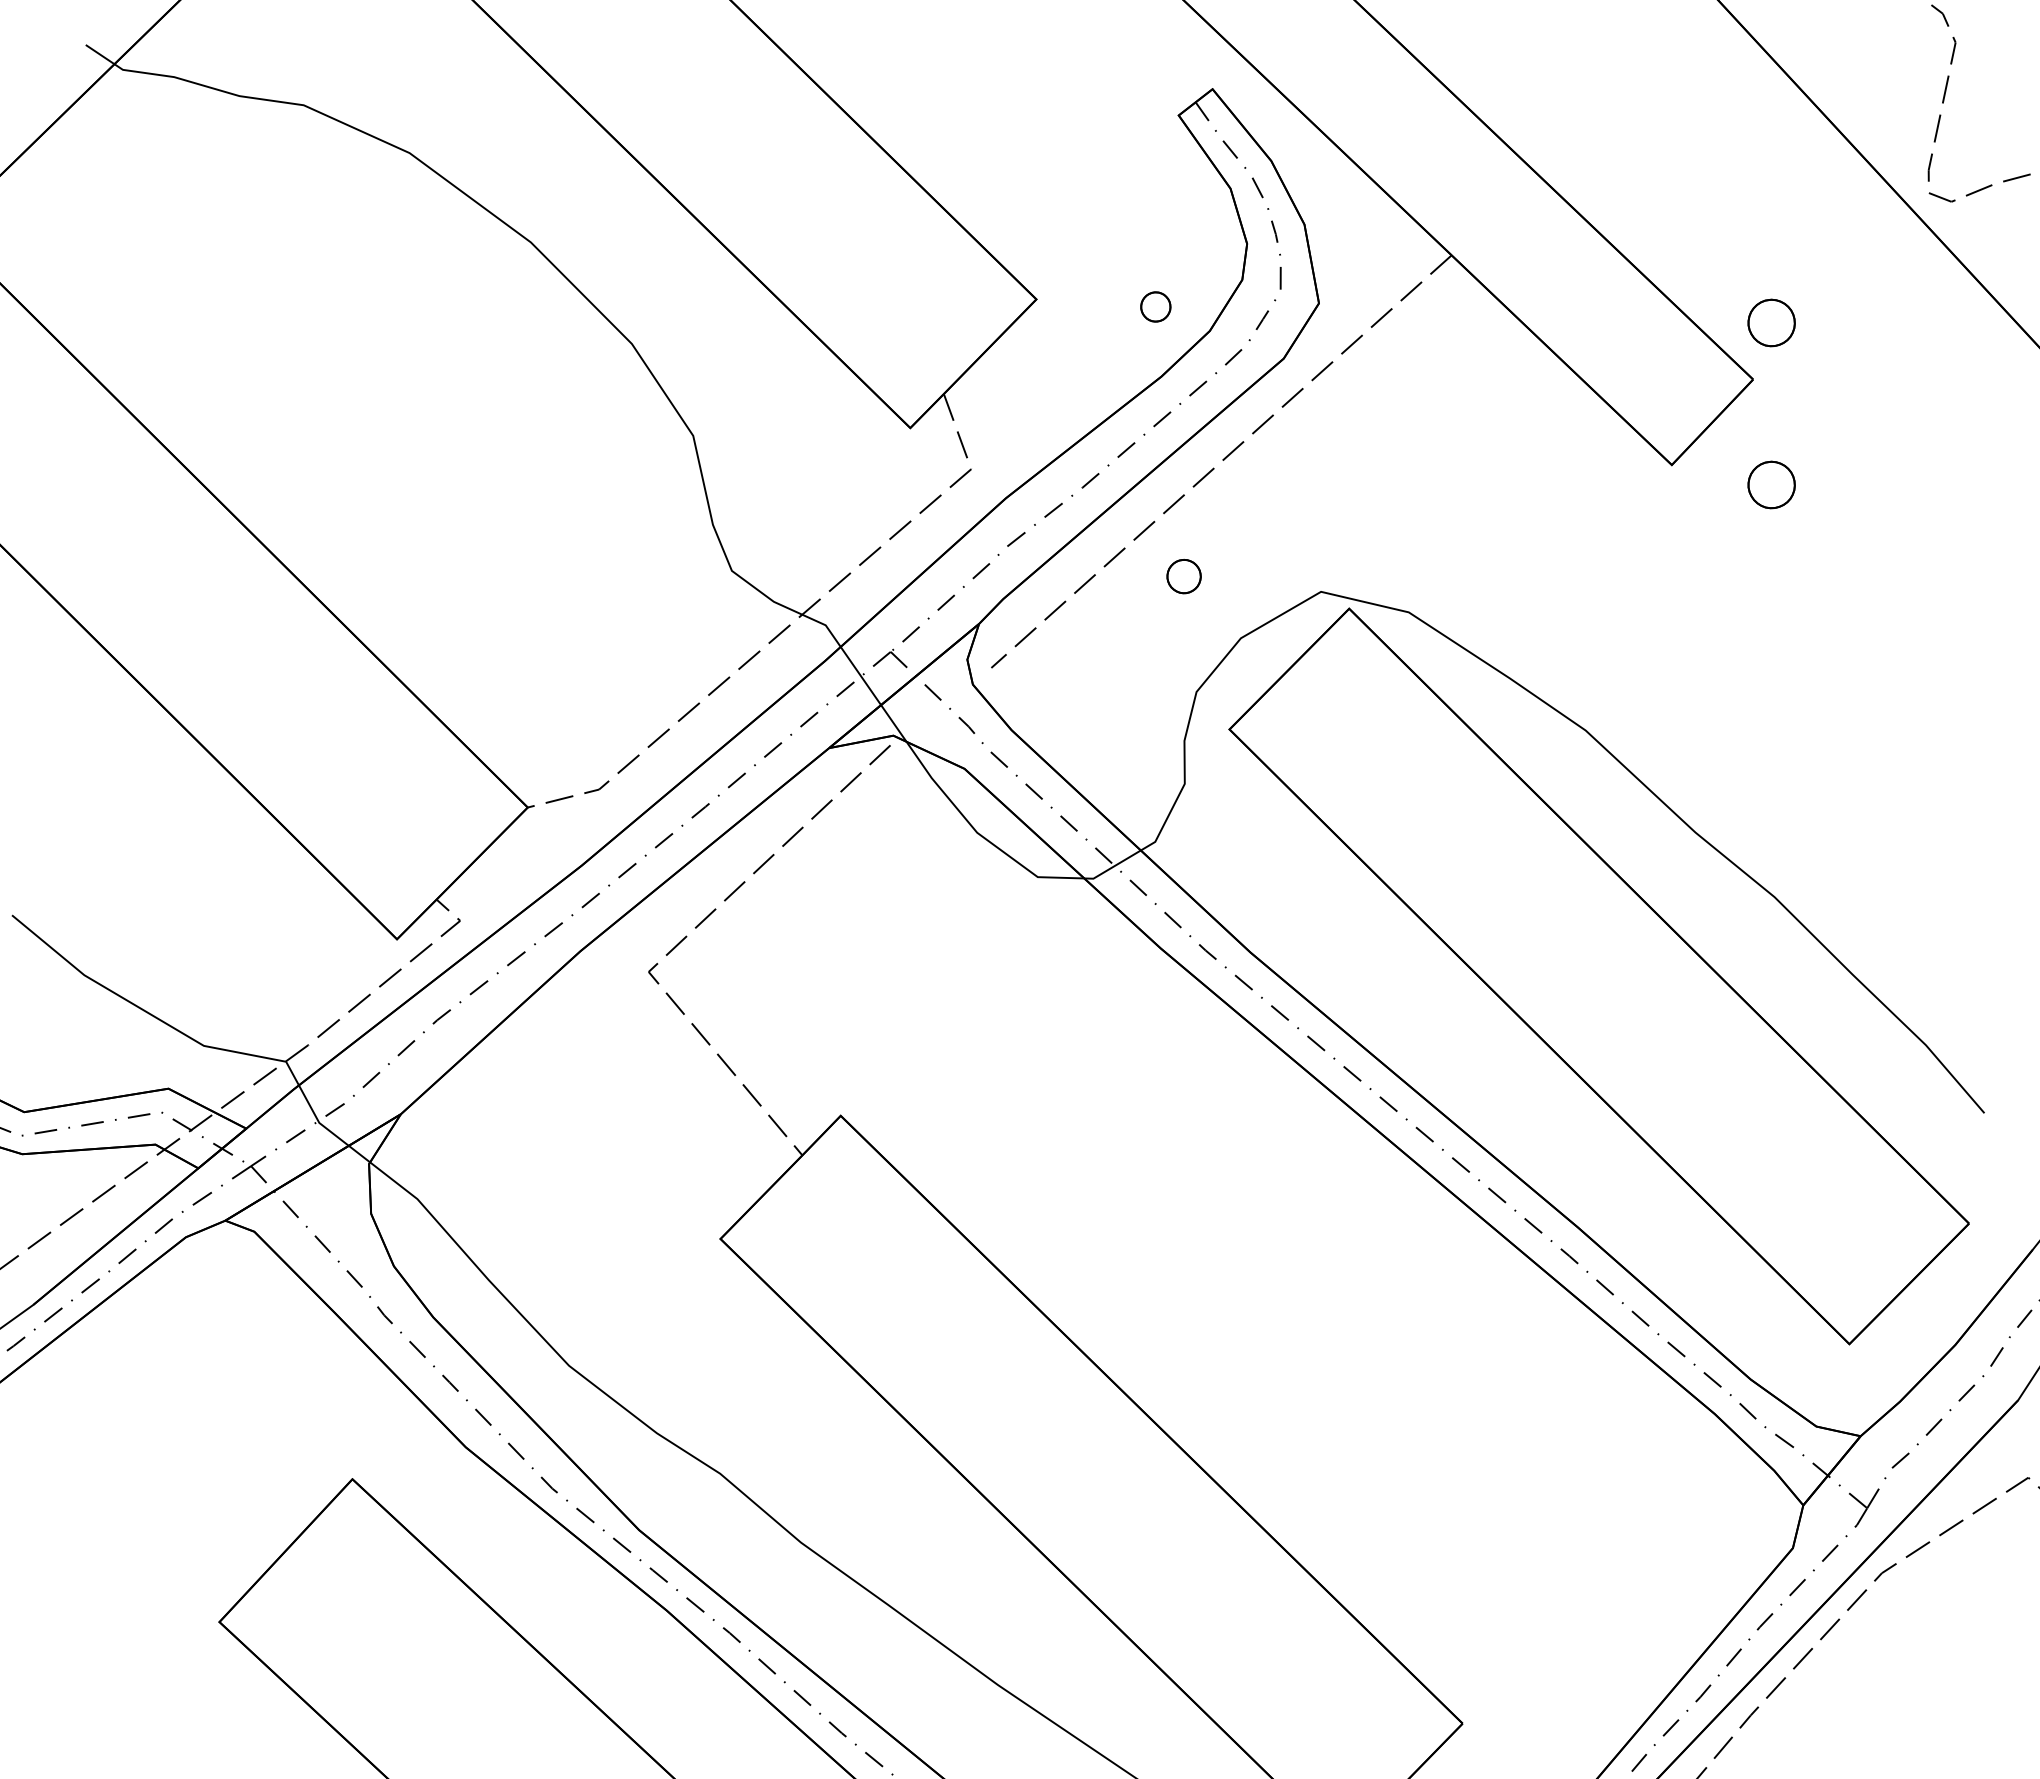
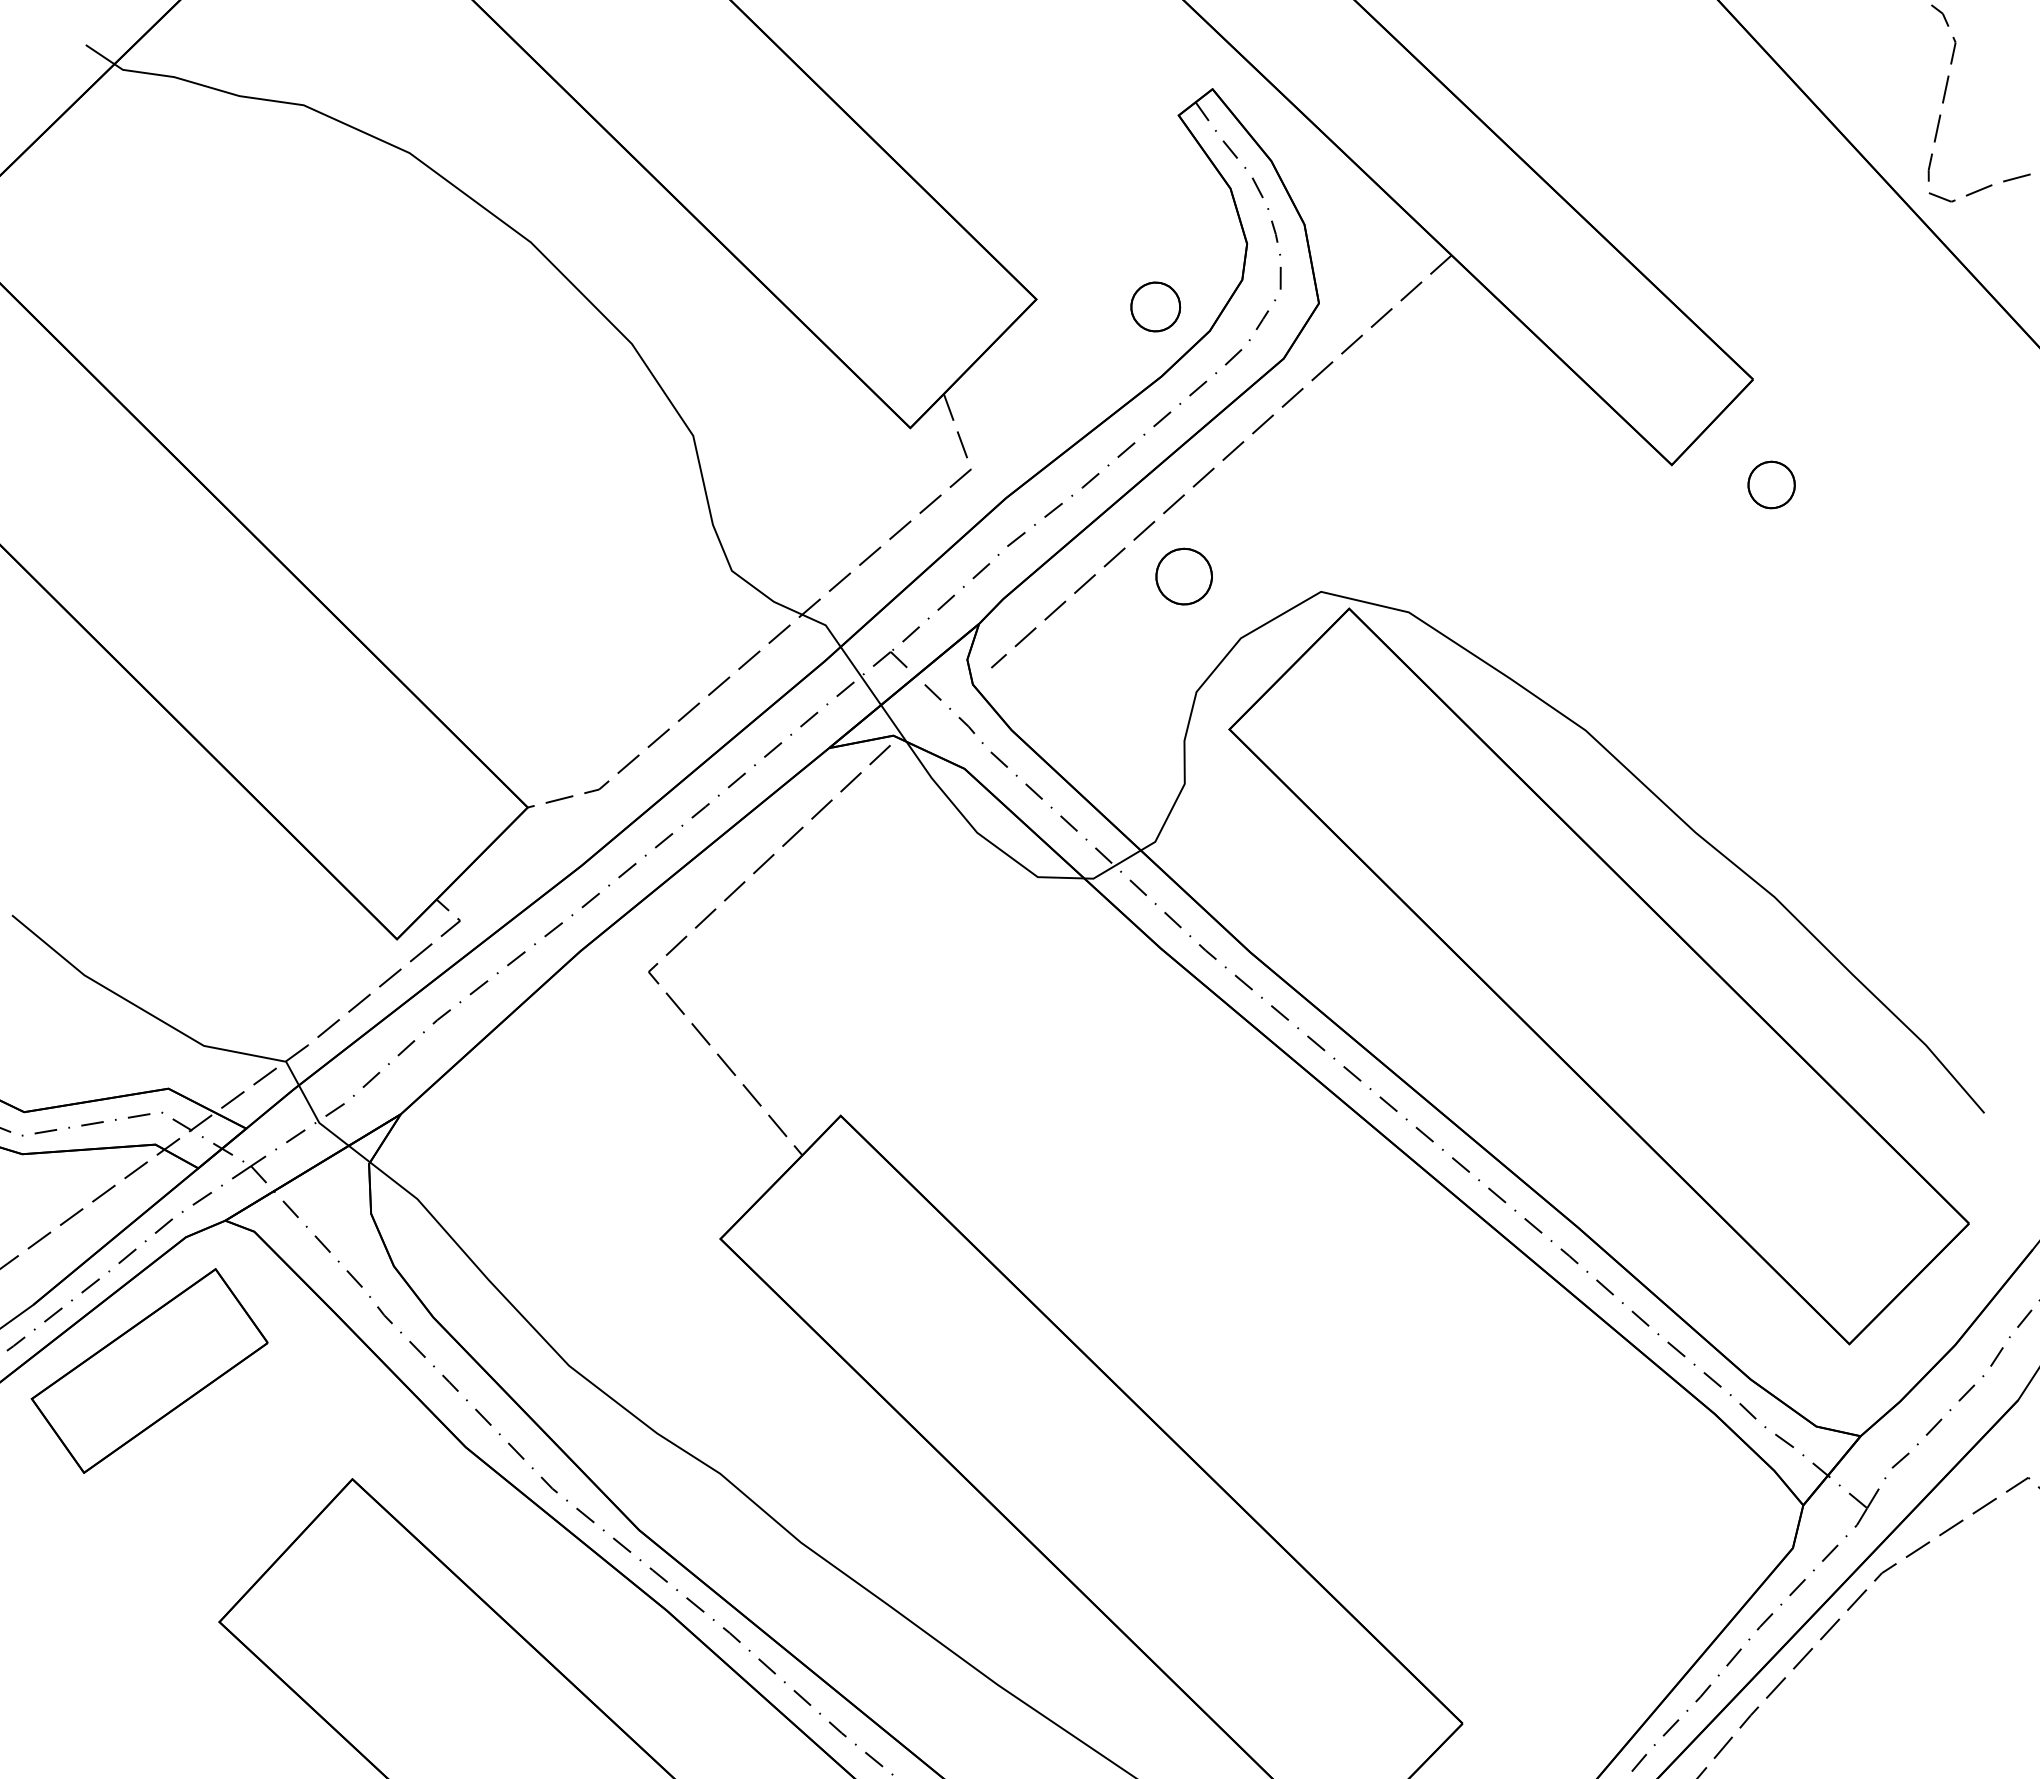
part at (1155, 306) size: 32x32 px -> 52x52 px
part at (1771, 322): present -> none
part at (1183, 576) size: 36x36 px -> 58x59 px
part at (149, 1370): none -> present
